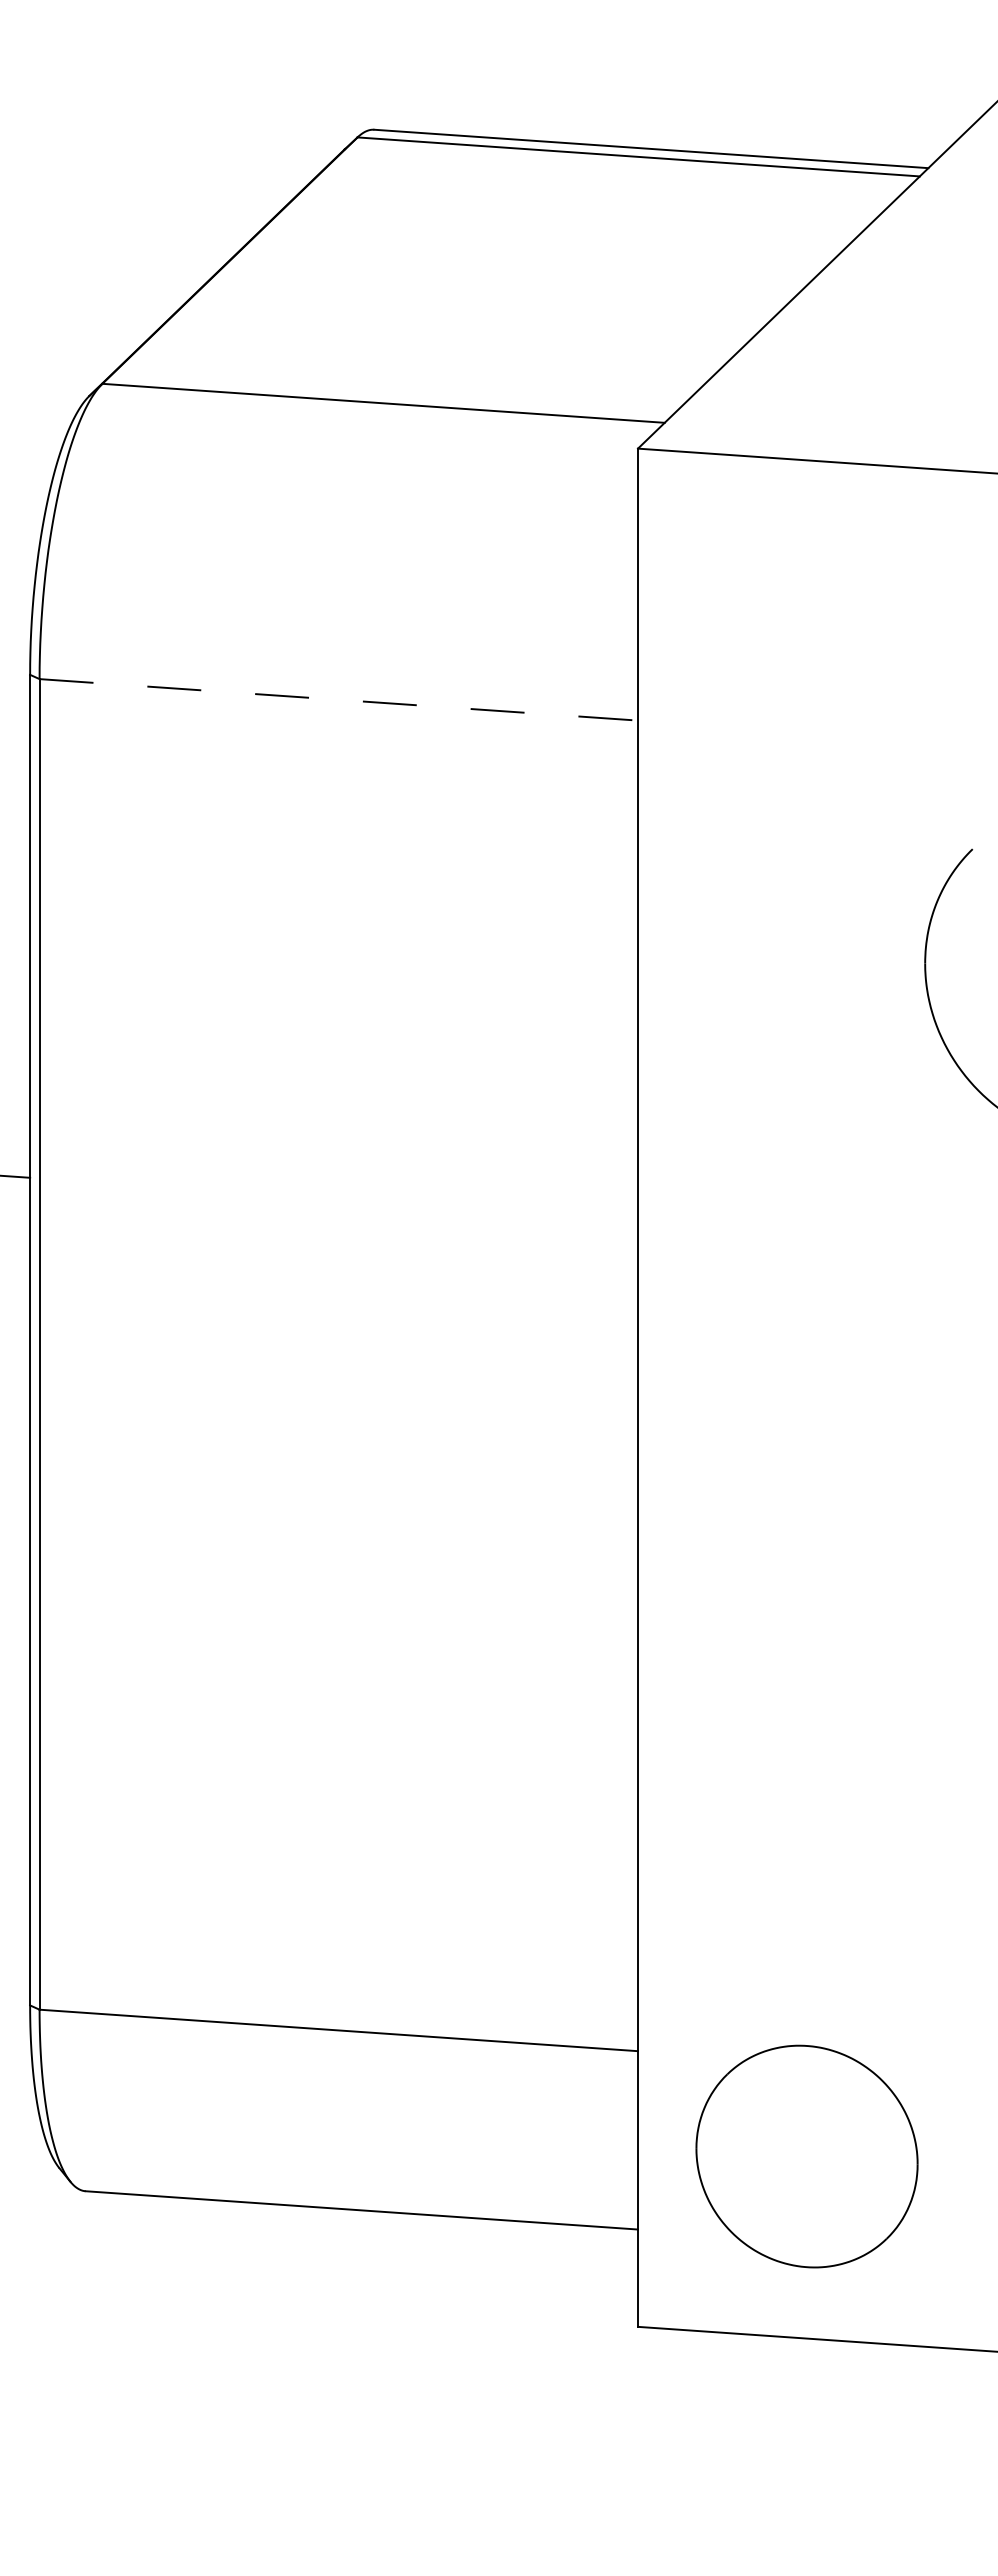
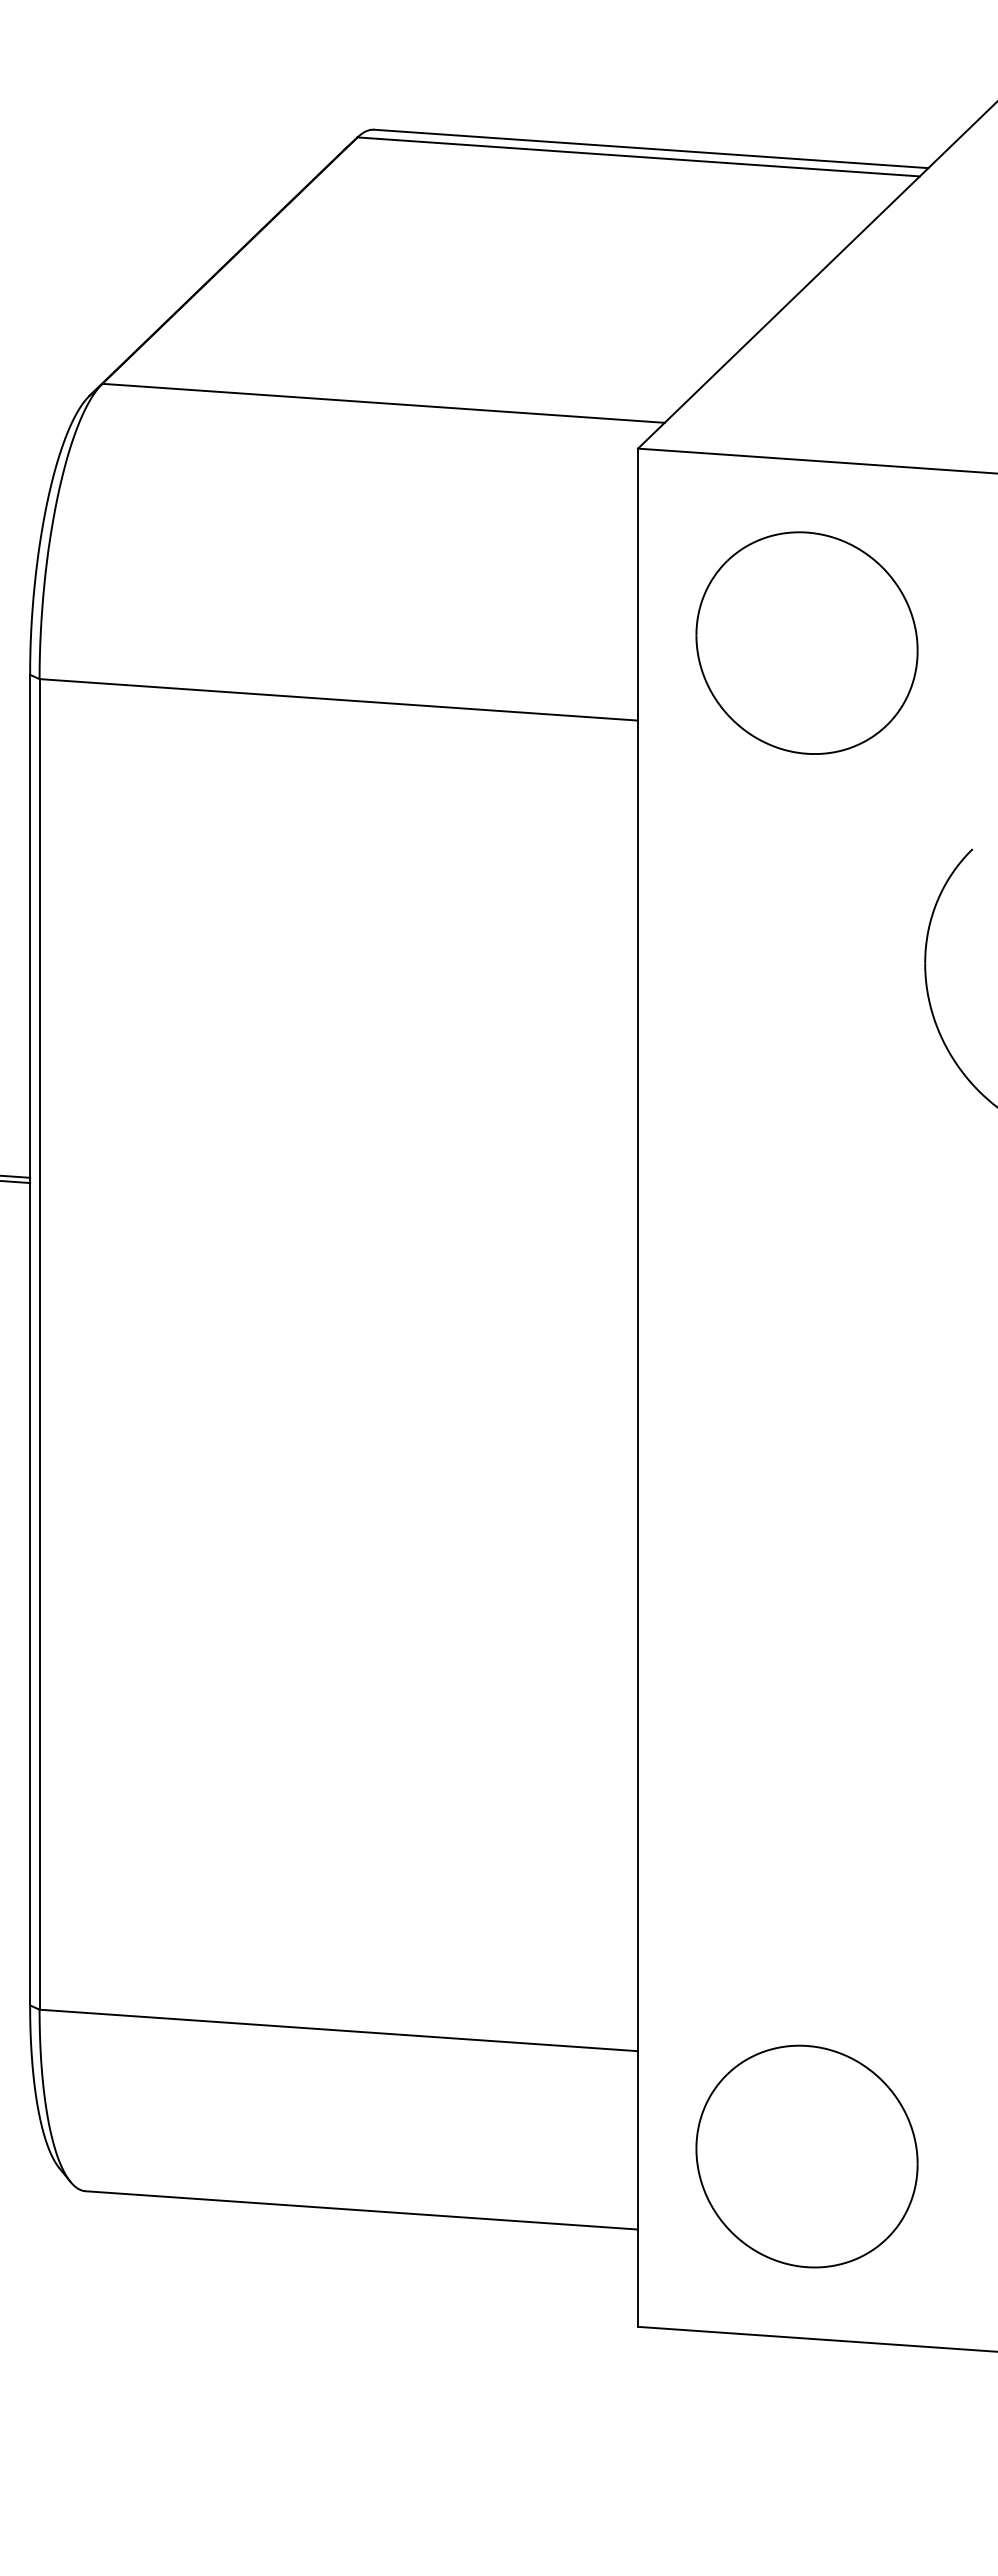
part at (806, 642): none -> present
line at (338, 699): dashed -> solid
line at (16, 1182): none -> present
